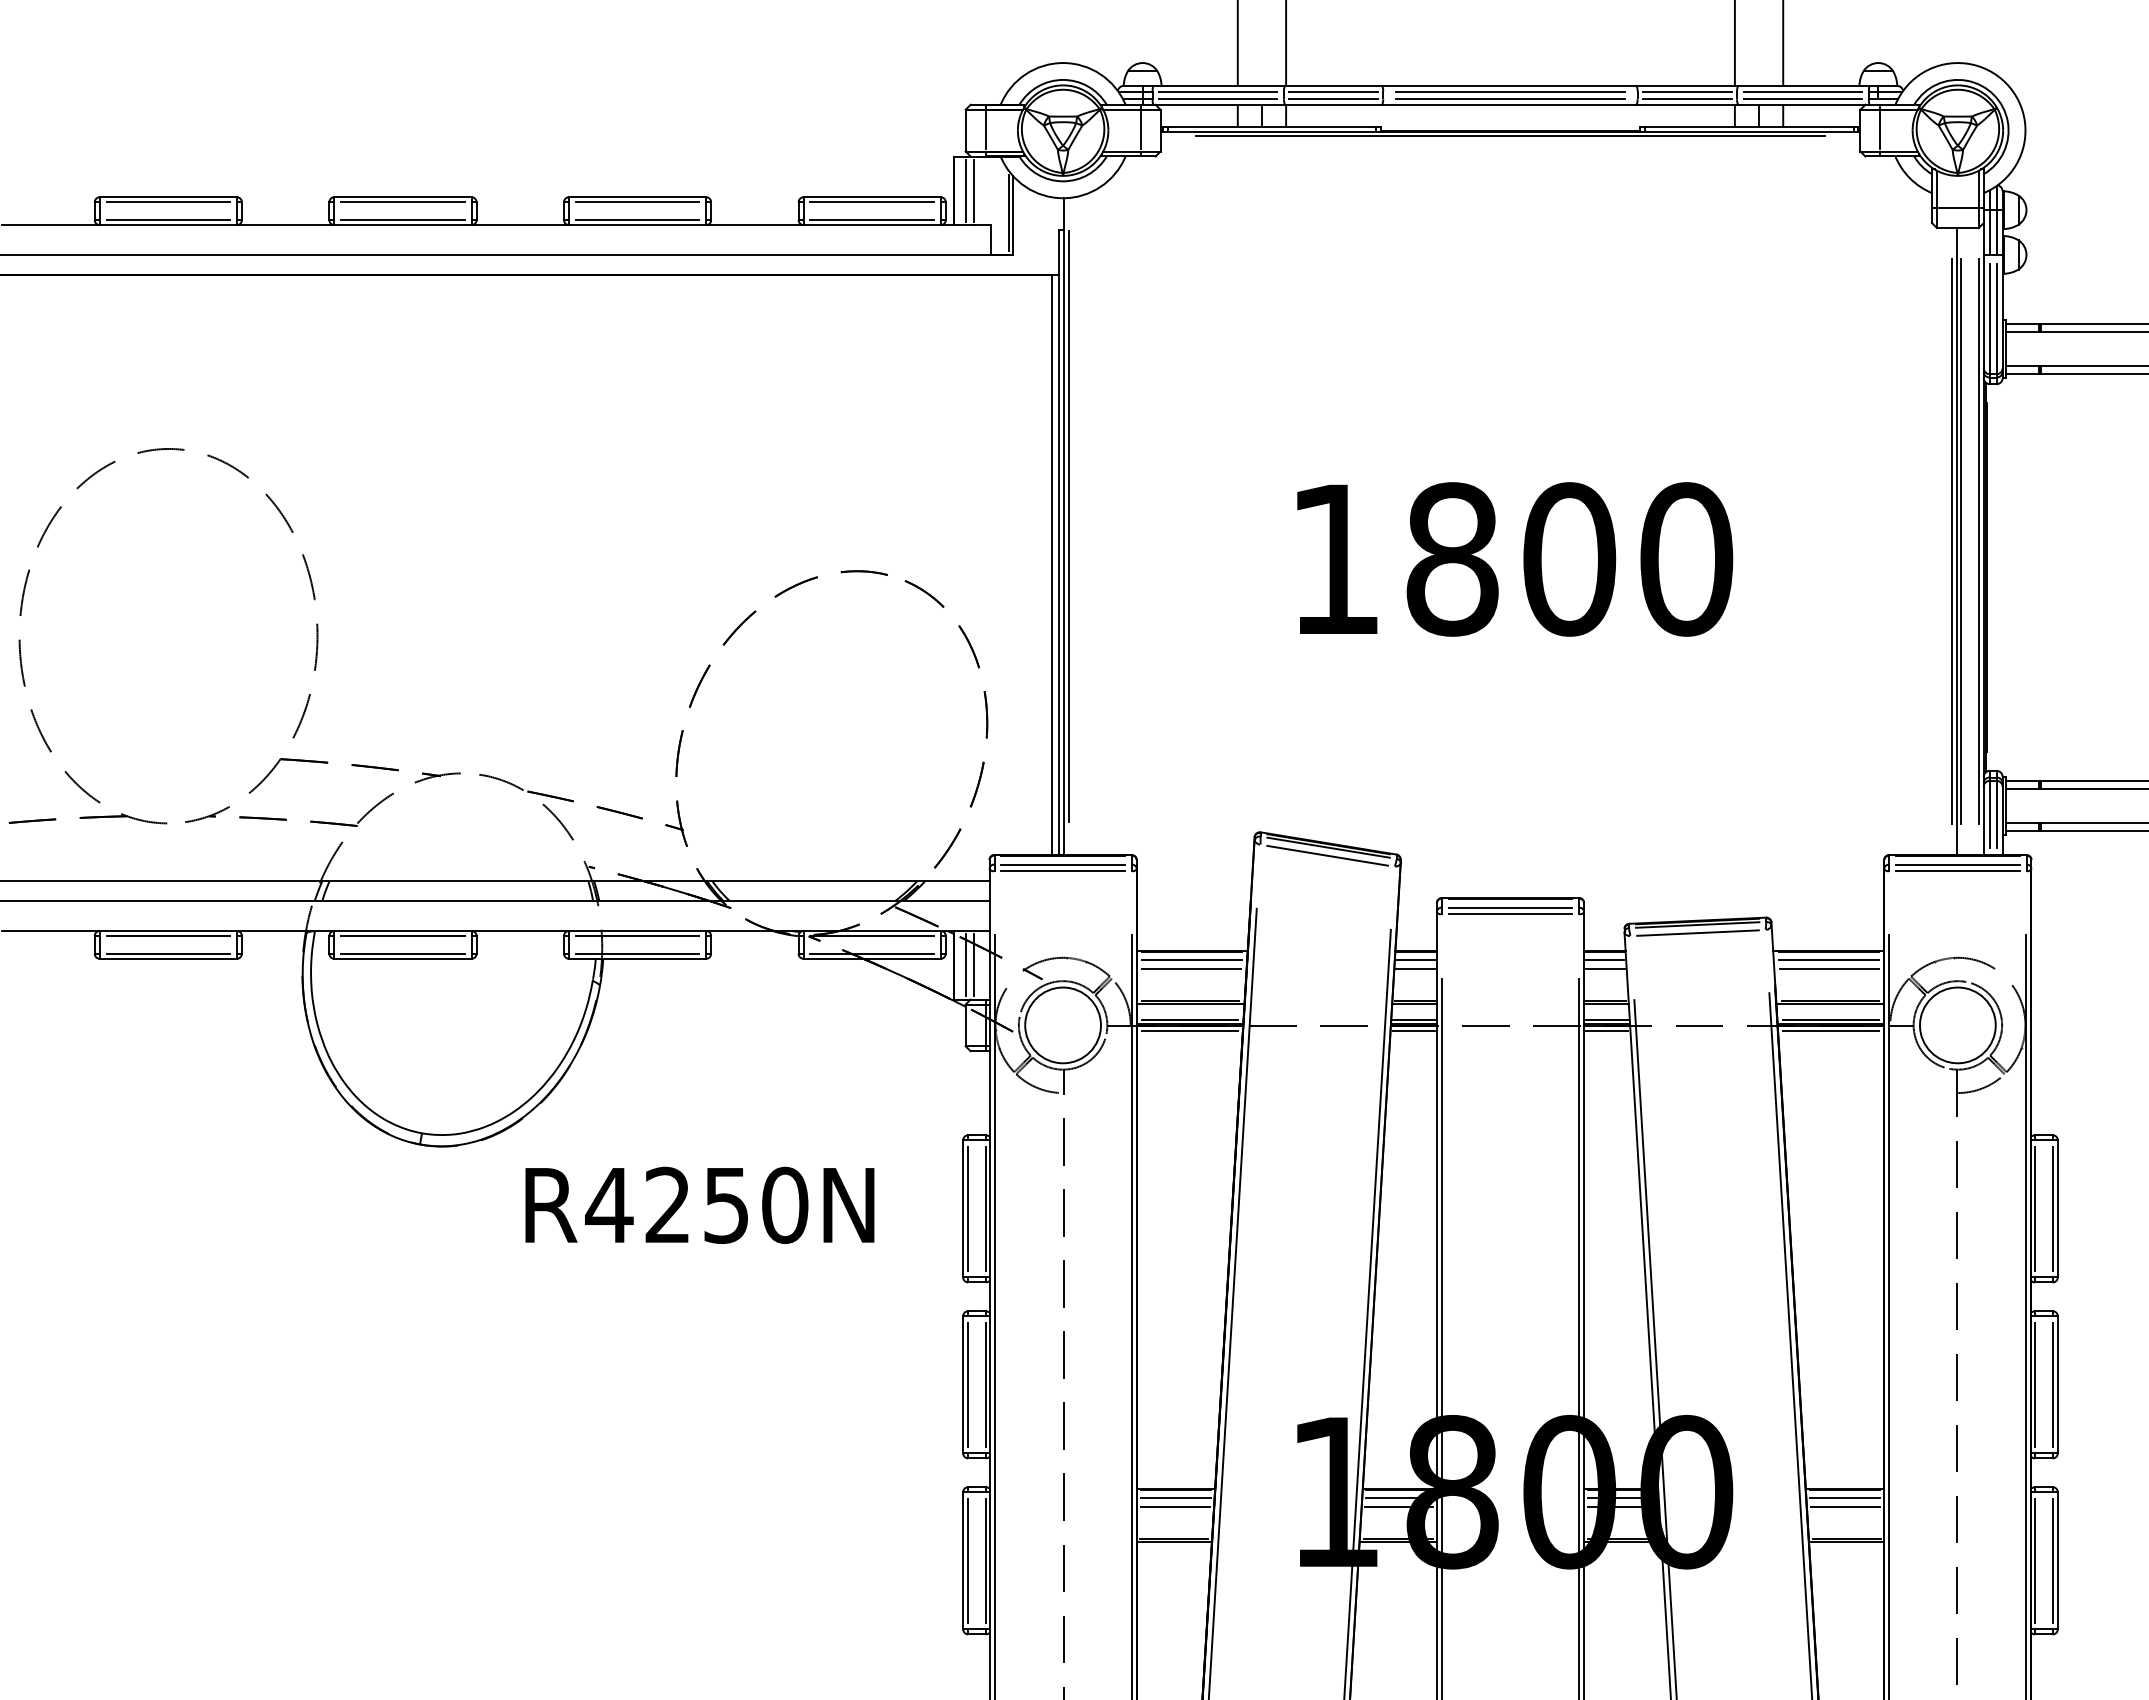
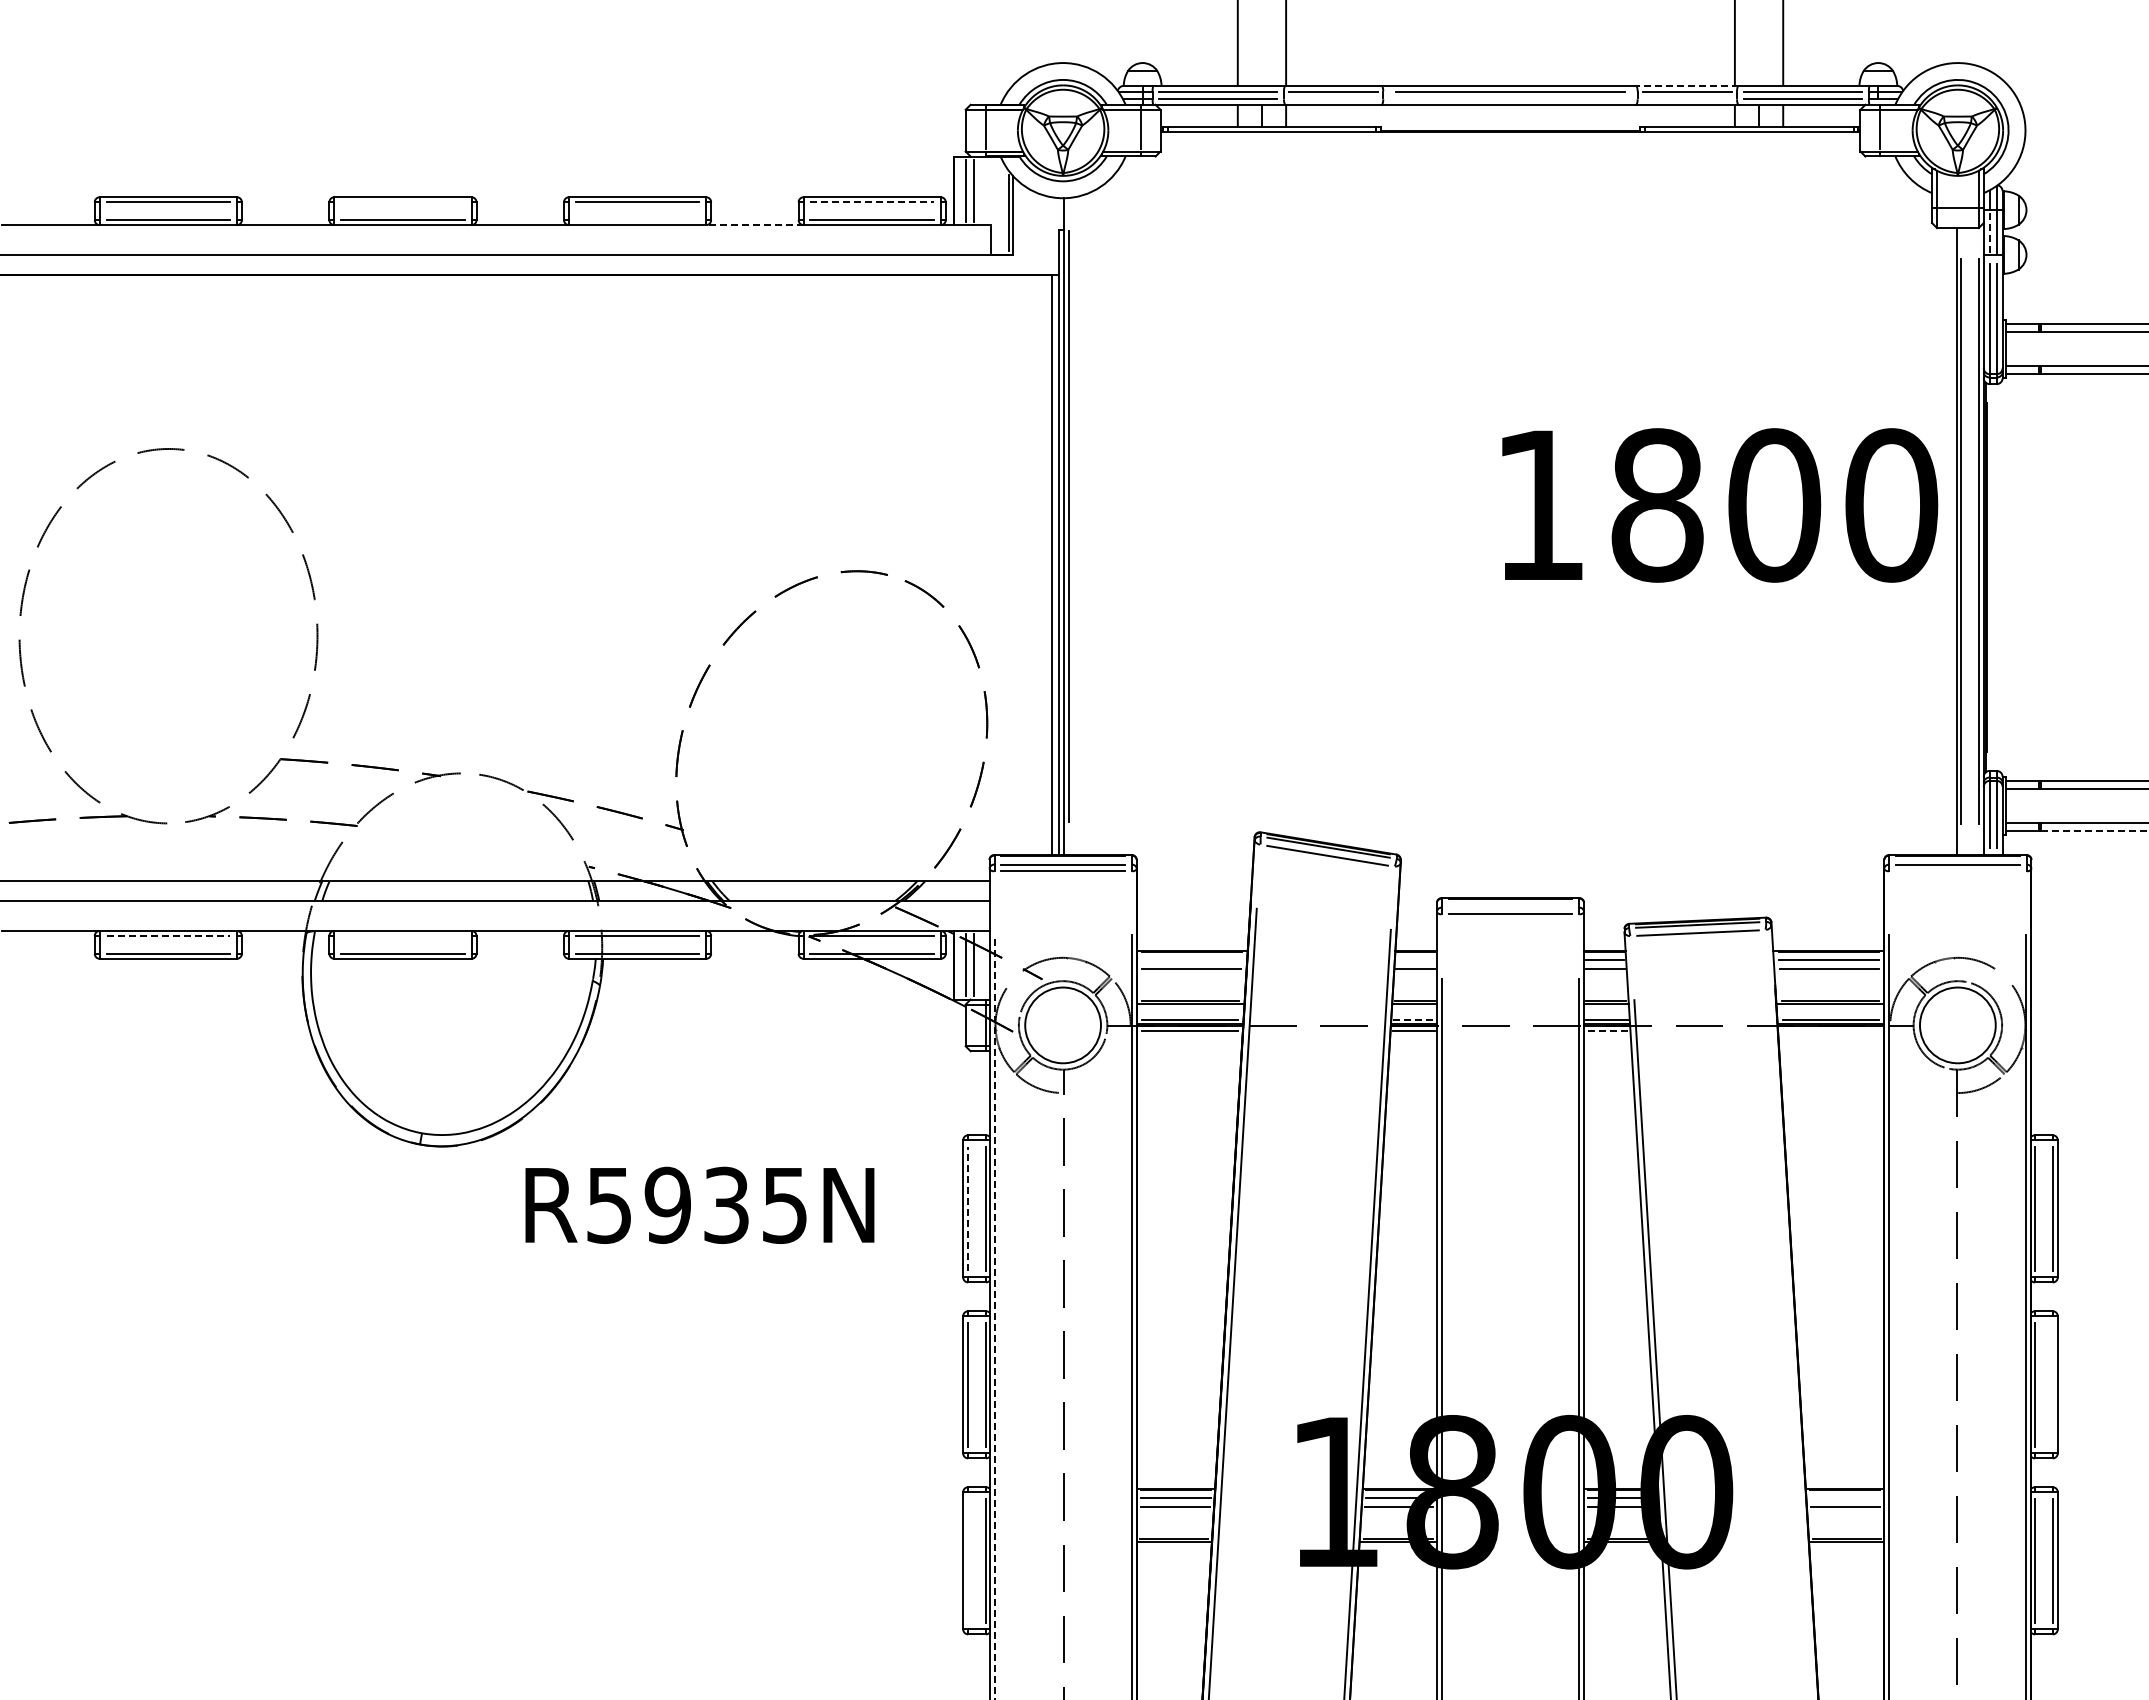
line at (1686, 85): solid -> dashed
line at (1333, 98): present -> none
line at (1510, 98): present -> none
line at (1687, 98): present -> none
line at (1510, 136): present -> none
line at (402, 202): present -> none
line at (872, 202): solid -> dashed
line at (637, 220): present -> none
line at (754, 225): solid -> dashed
line at (1989, 232): solid -> dashed
line at (1952, 541): present -> none
text at (1515, 559) position: (1515, 559) -> (1720, 505)
line at (2095, 831): solid -> dashed
line at (1957, 871): present -> none
line at (1510, 907): present -> none
line at (168, 935): solid -> dashed
line at (402, 935): present -> none
line at (1191, 960): present -> none
line at (1415, 960): present -> none
line at (1414, 1019): solid -> dashed
line at (1607, 1030): solid -> dashed
line at (1831, 1030): present -> none
text at (696, 1204): R4250N -> R5935N
line at (968, 1208): solid -> dashed
line at (994, 1317): solid -> dashed
line at (1790, 1344): present -> none
line at (2052, 1384): present -> none
line at (1845, 1498): present -> none
line at (968, 1560): present -> none
